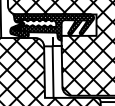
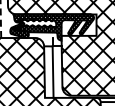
line at (0, 19): solid -> dashed
